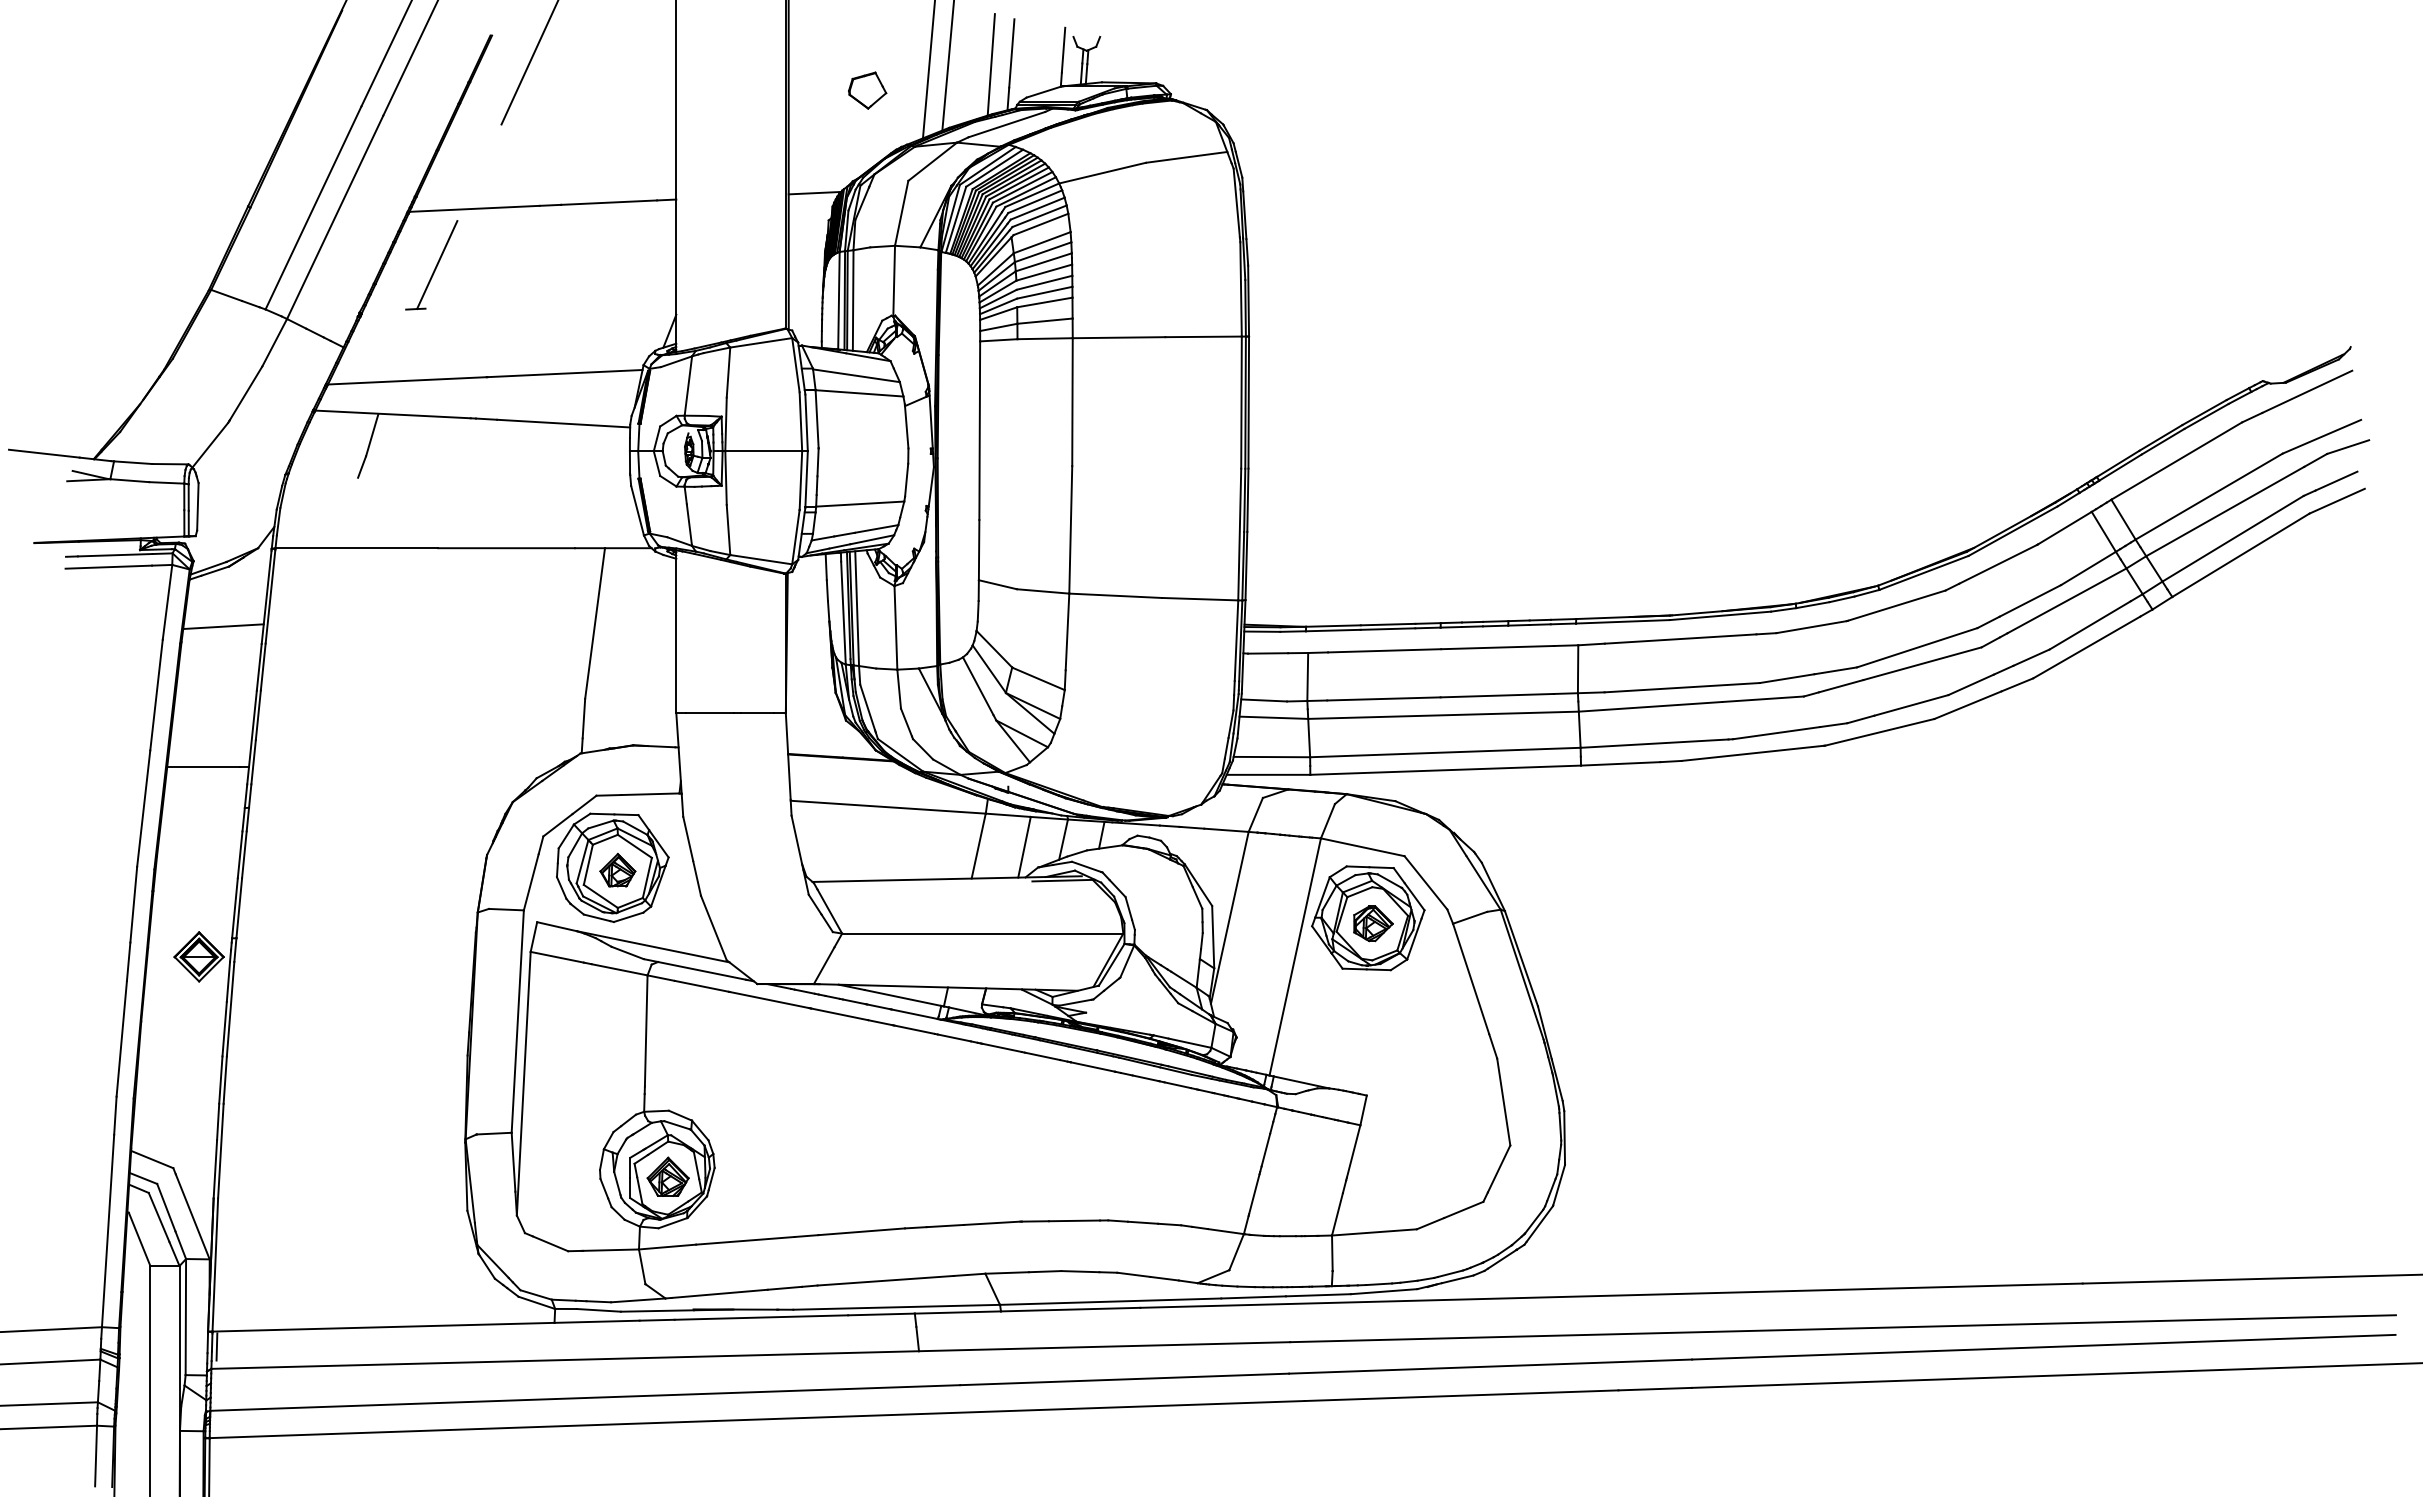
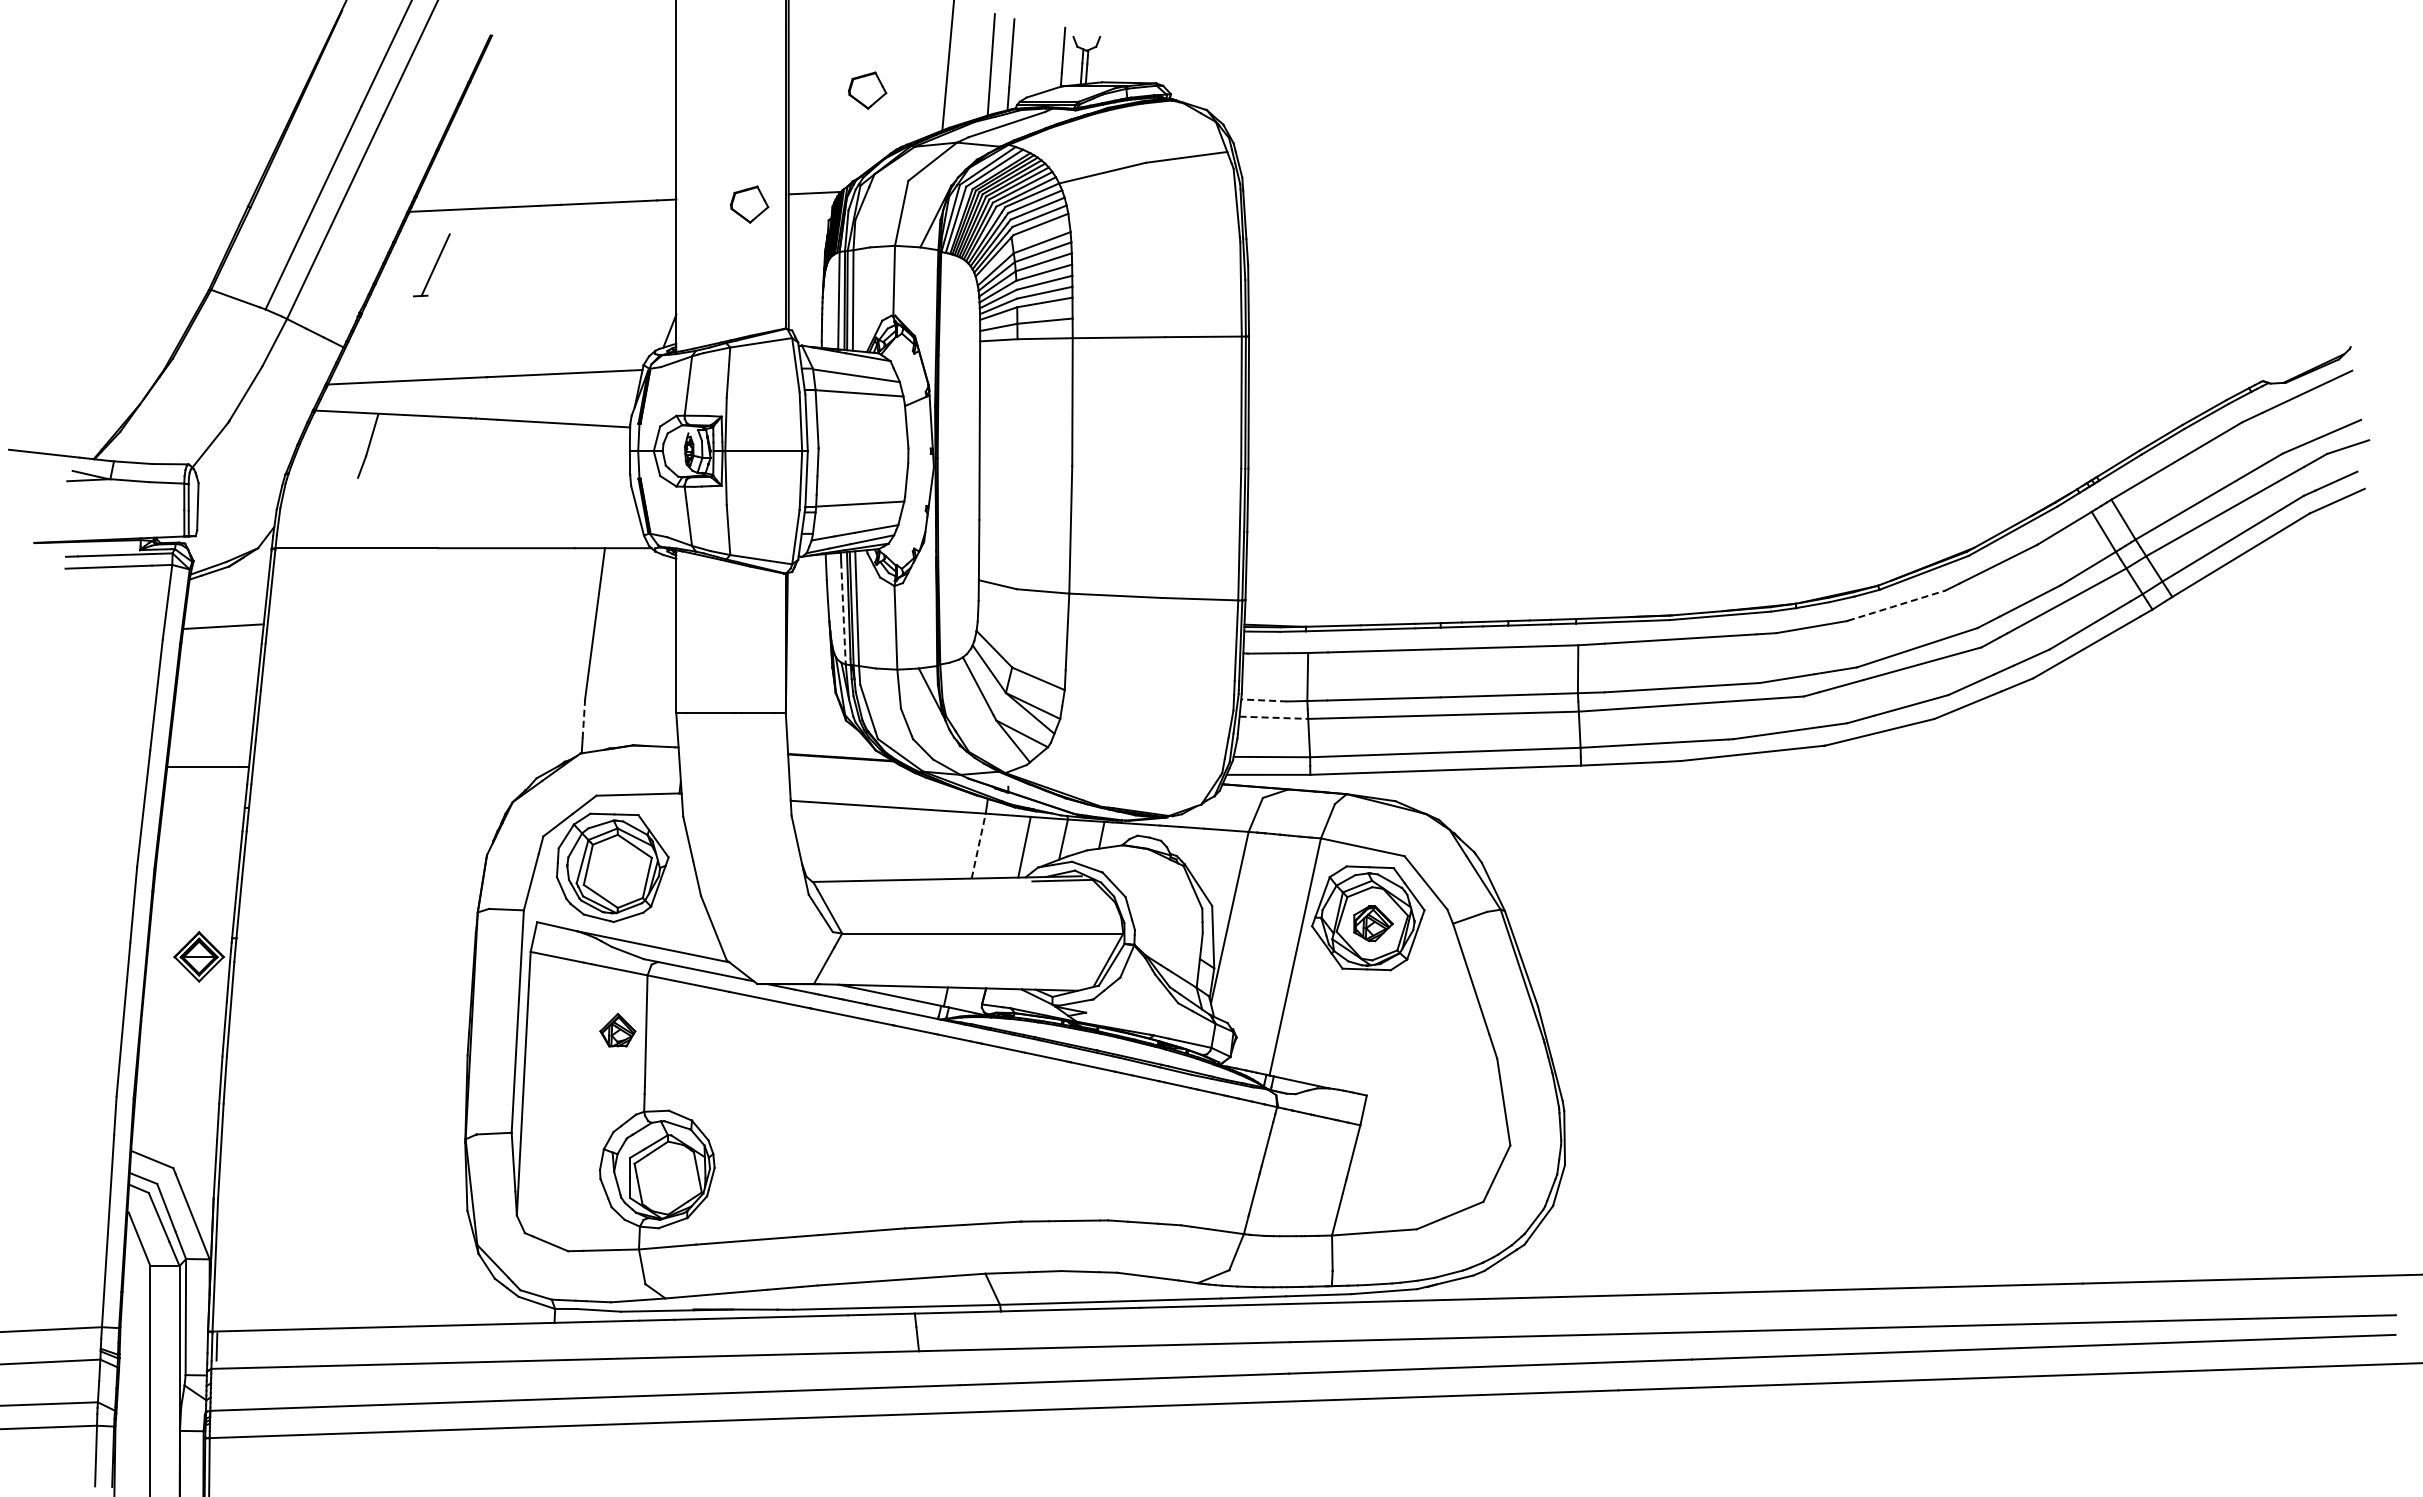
line at (529, 63): present -> none
line at (928, 70): present -> none
part at (749, 204): none -> present
part at (431, 265) size: 54x91 px -> 38x65 px
line at (1897, 605): solid -> dashed
line at (843, 613): solid -> dashed
line at (1264, 700): solid -> dashed
line at (1274, 717): solid -> dashed
line at (583, 718): solid -> dashed
line at (978, 845): solid -> dashed
part at (617, 869) position: (617, 869) -> (617, 1029)
part at (667, 1176): present -> none
